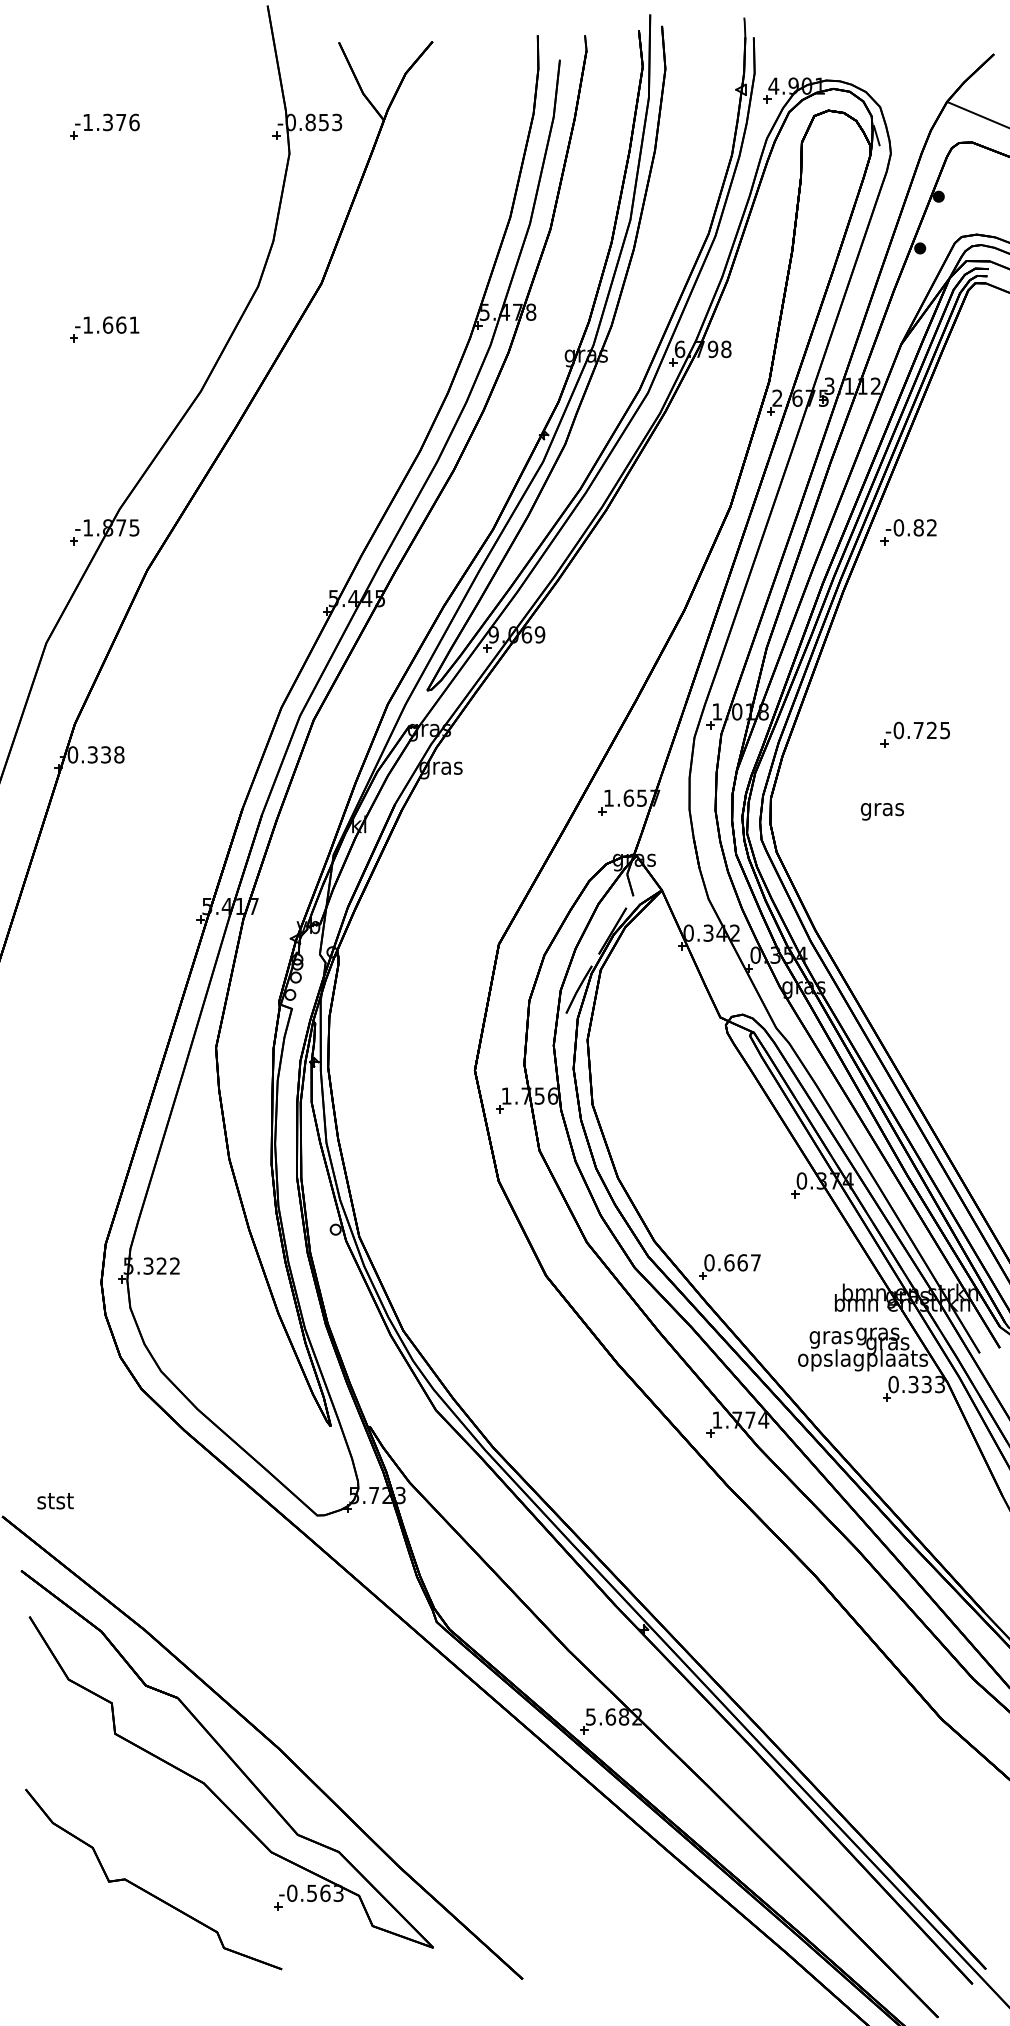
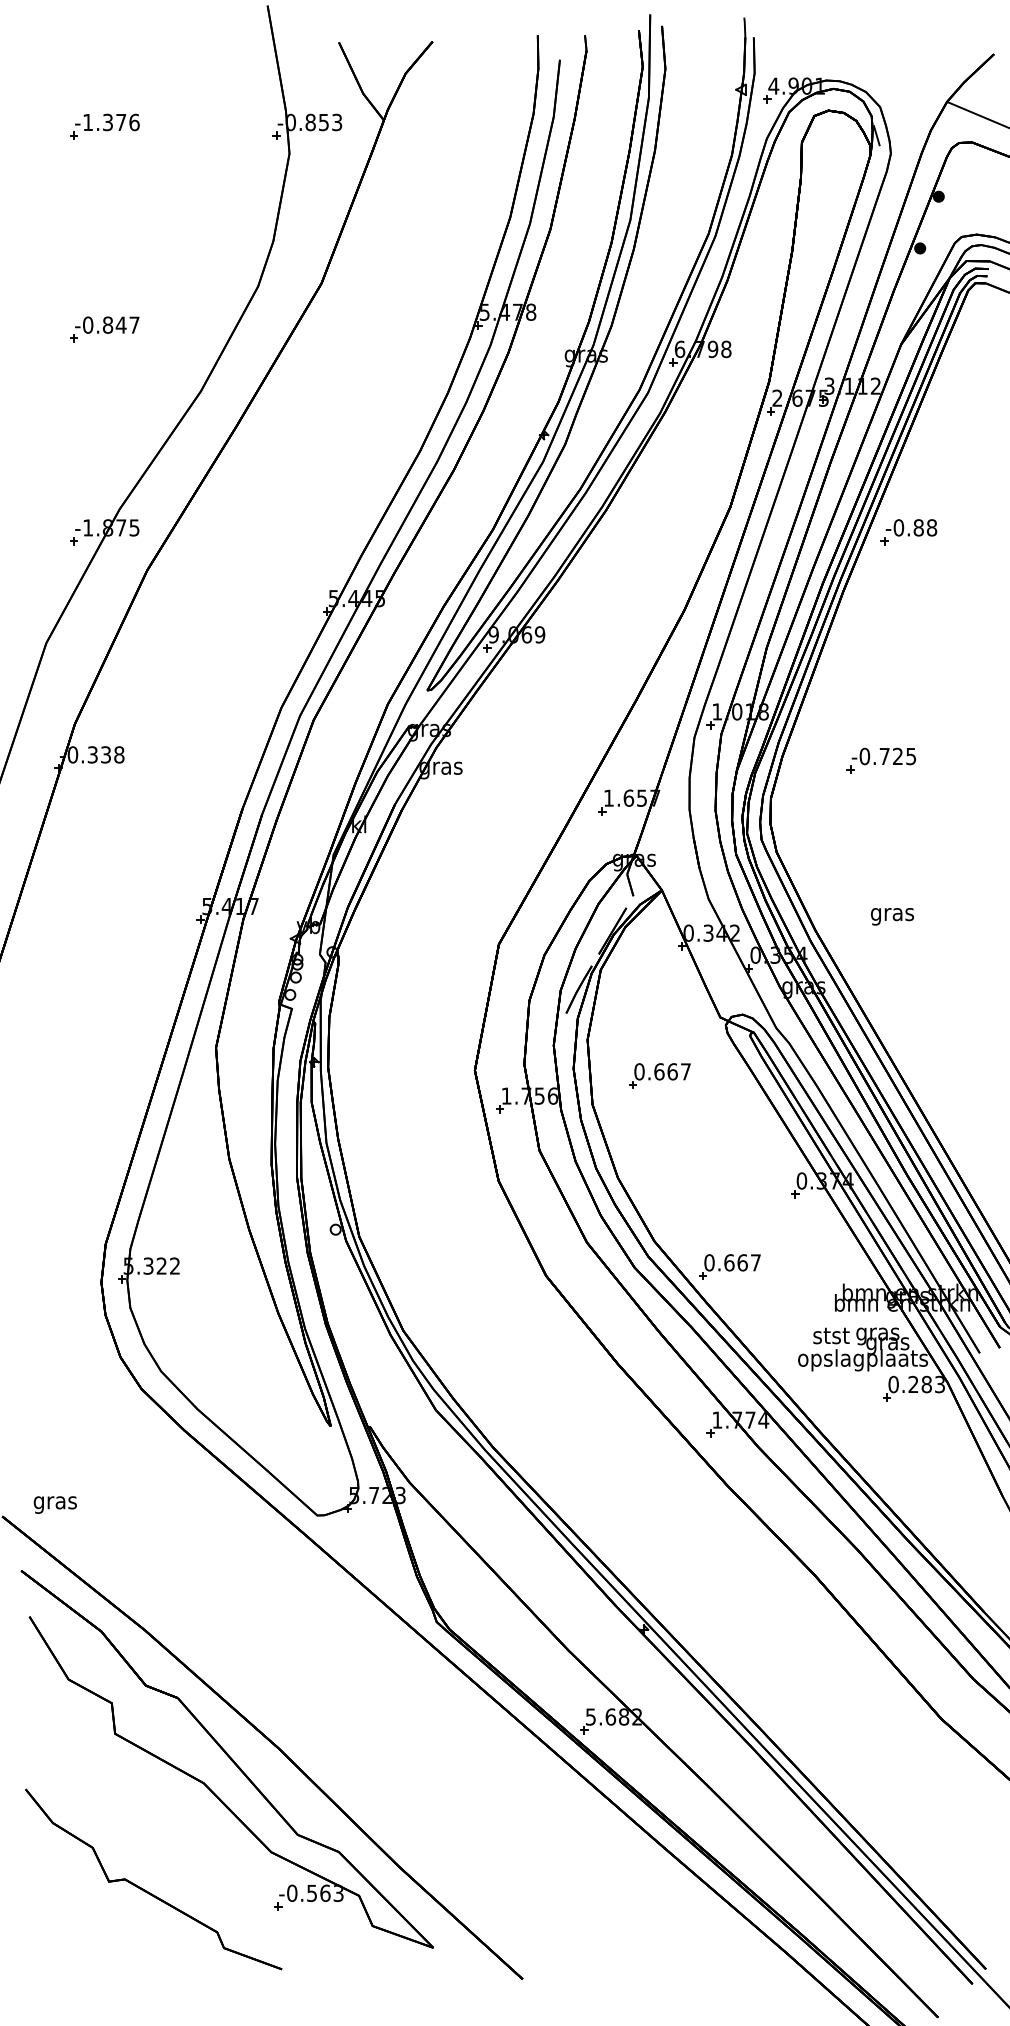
text at (111, 324): -1.661 -> -0.847
text at (931, 527): -0.82 -> -0.88
part at (914, 734) position: (914, 734) -> (880, 760)
text at (882, 811) position: (882, 811) -> (892, 916)
part at (659, 1075): none -> present
text at (830, 1337): gras -> stst
text at (919, 1384): 0.333 -> 0.283
text at (54, 1503): stst -> gras
